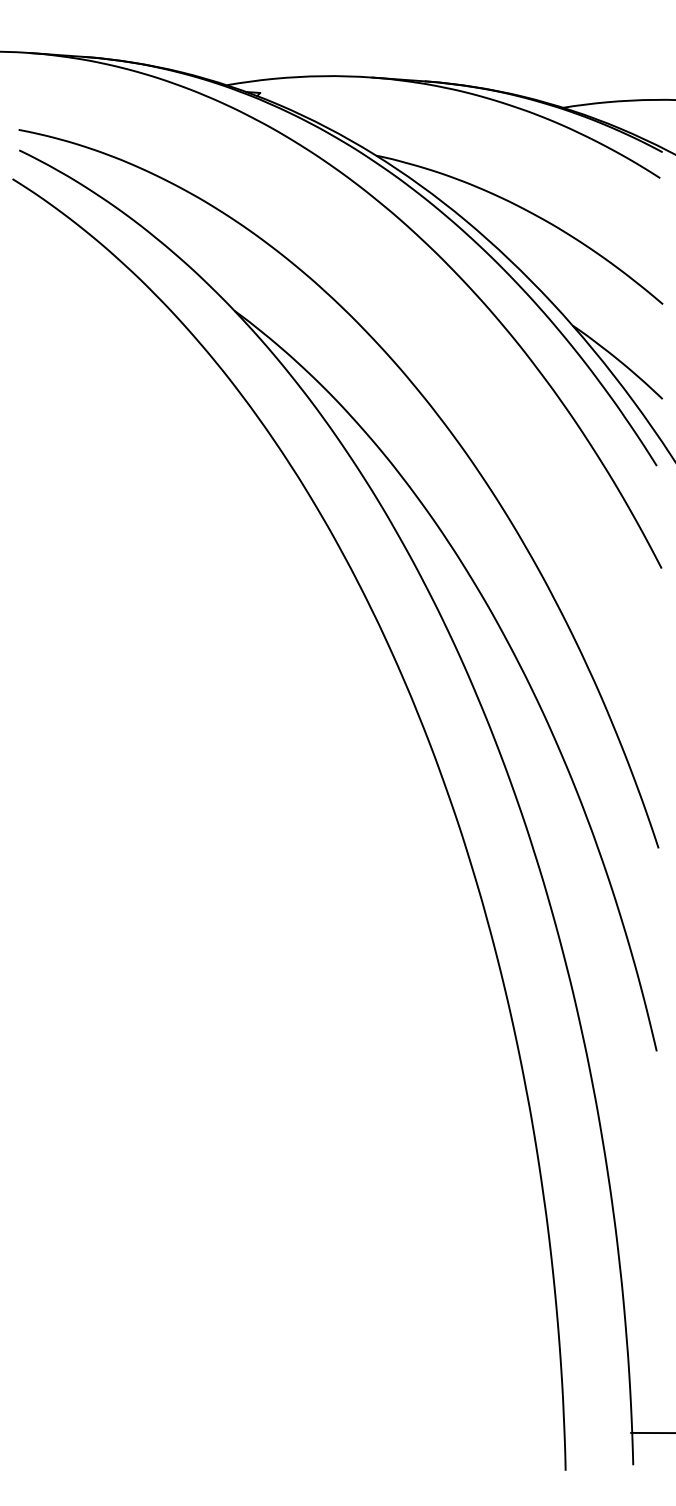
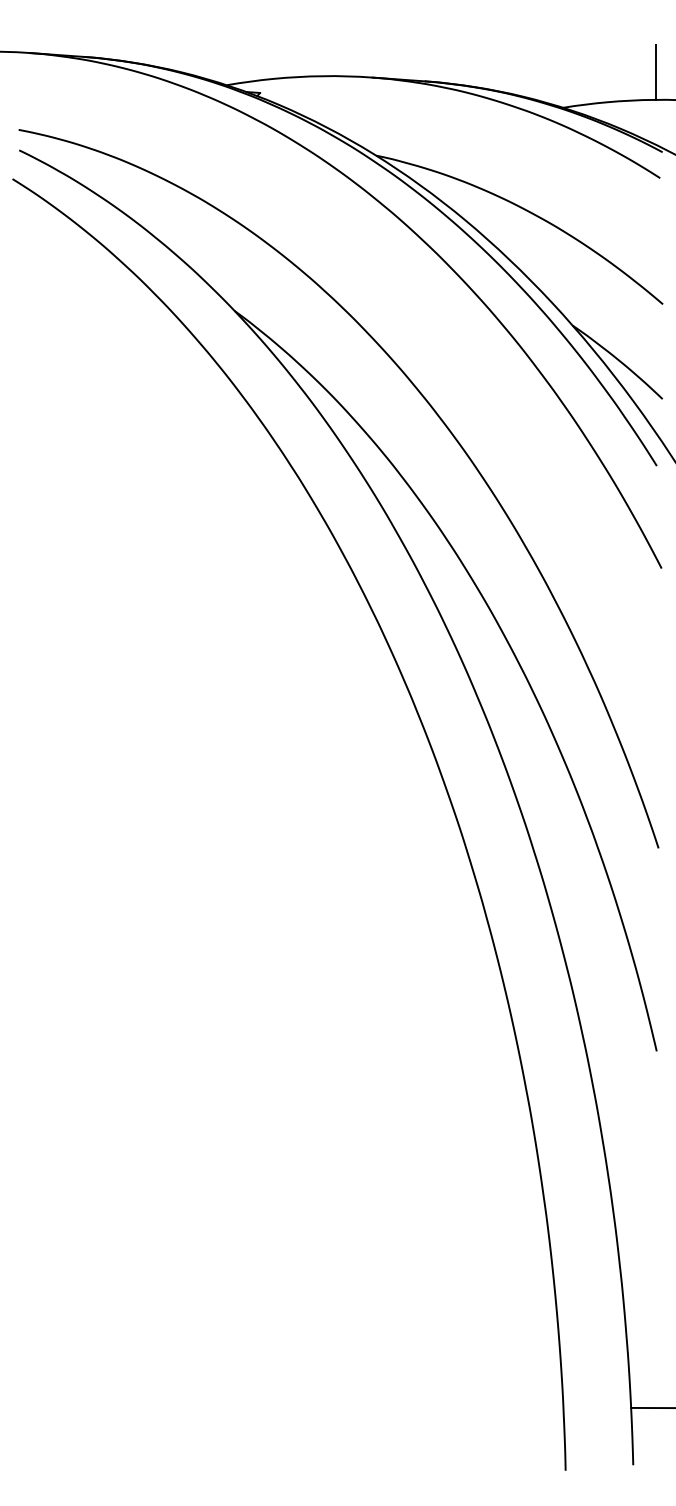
line at (655, 72): none -> present
line at (651, 1432) position: (651, 1432) -> (651, 1407)
